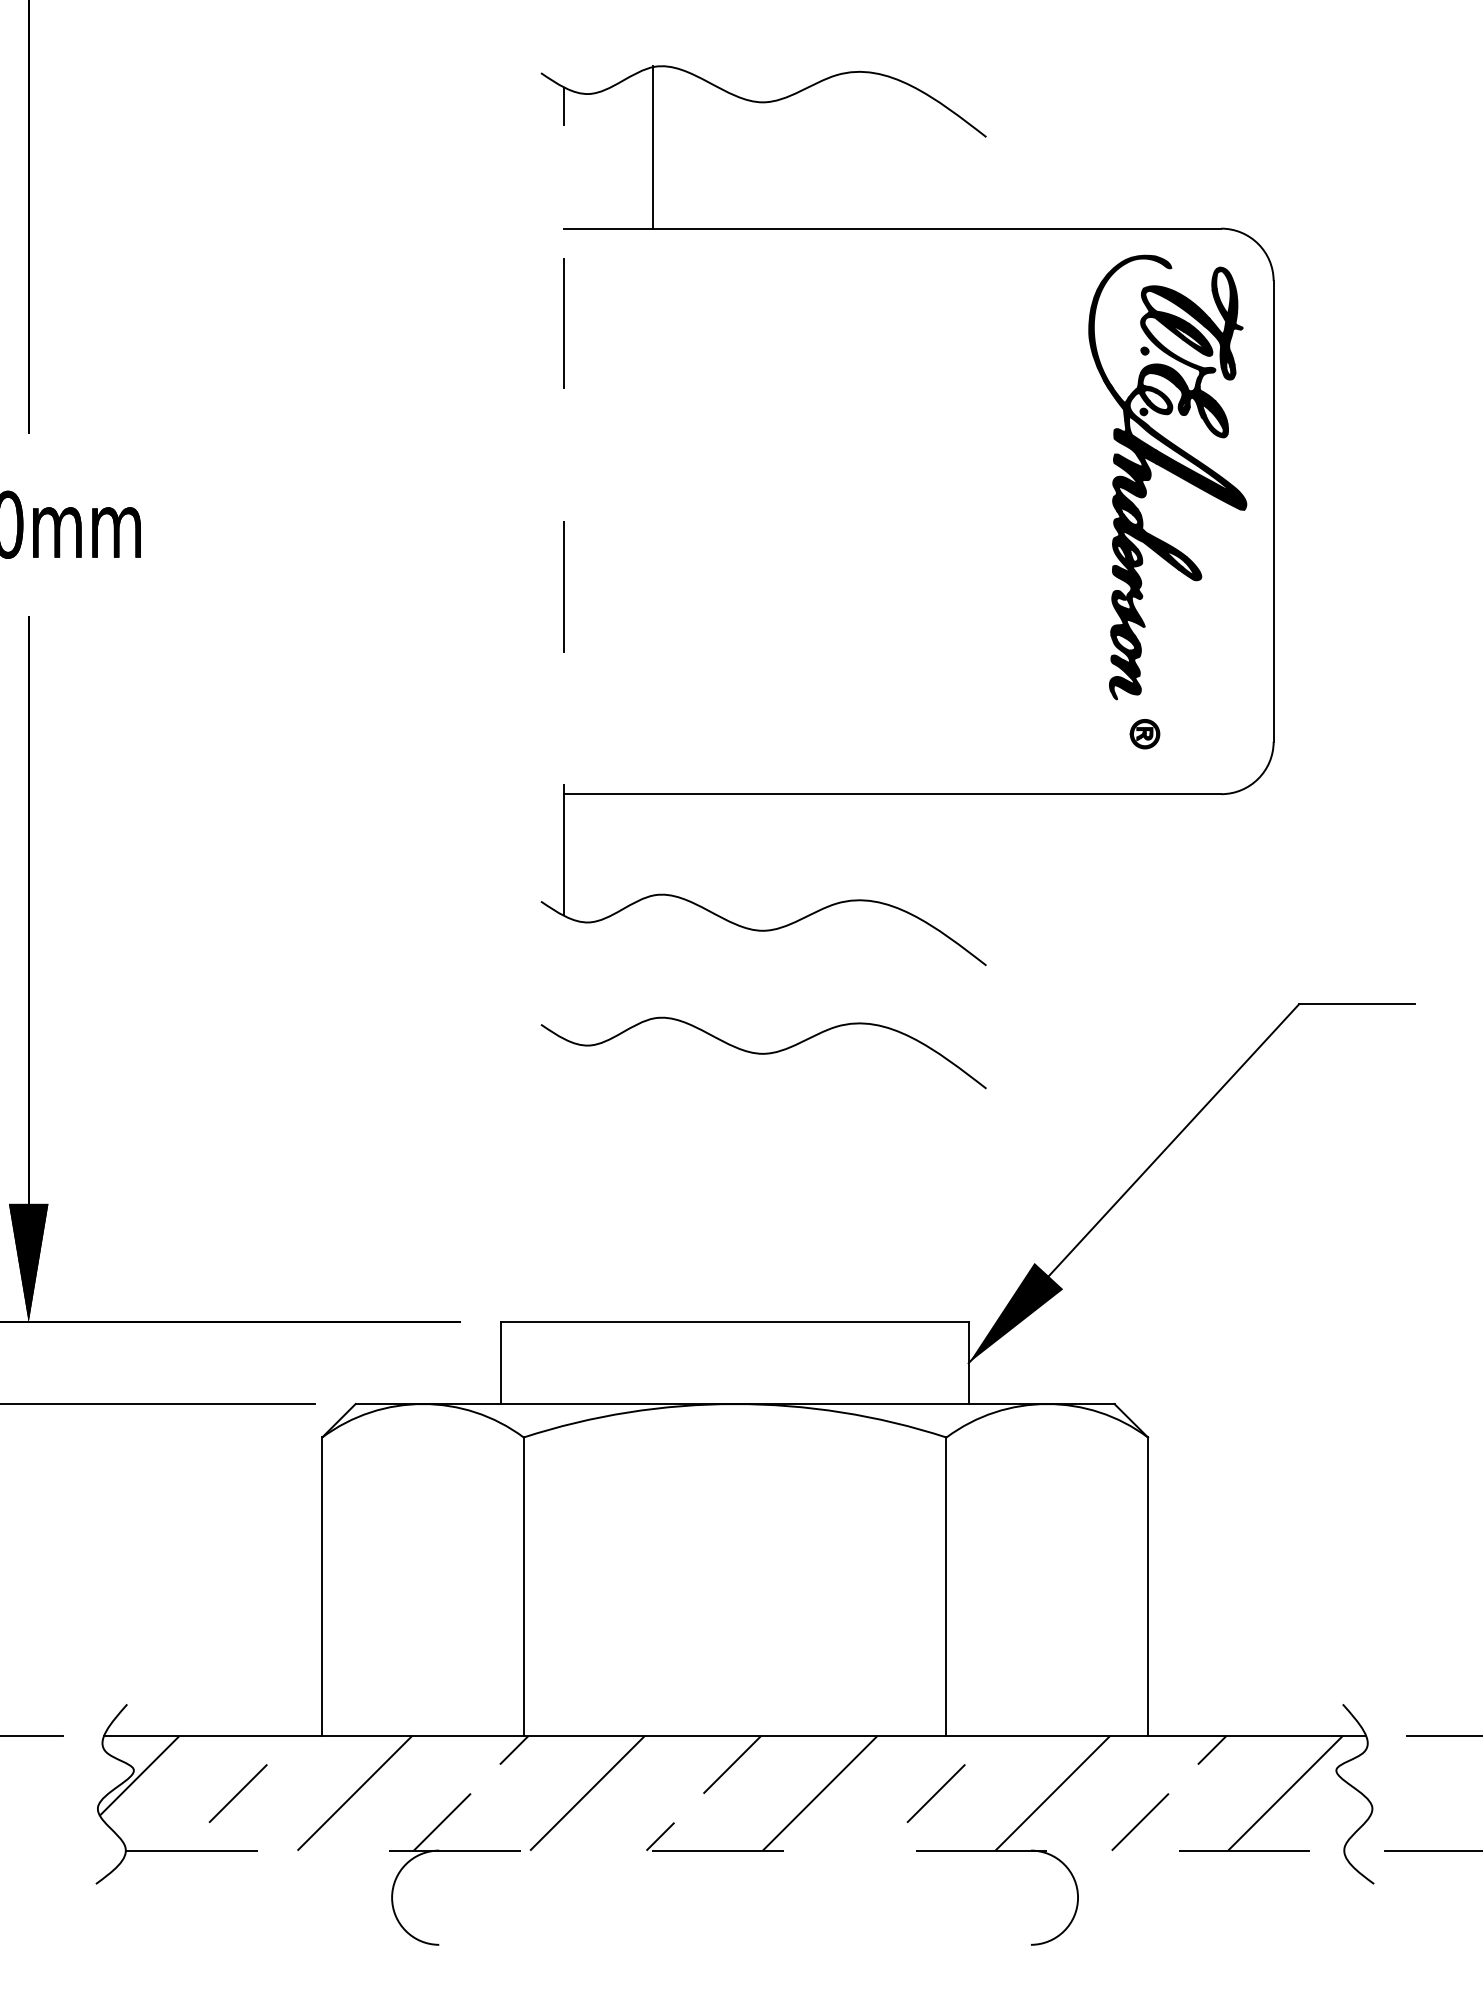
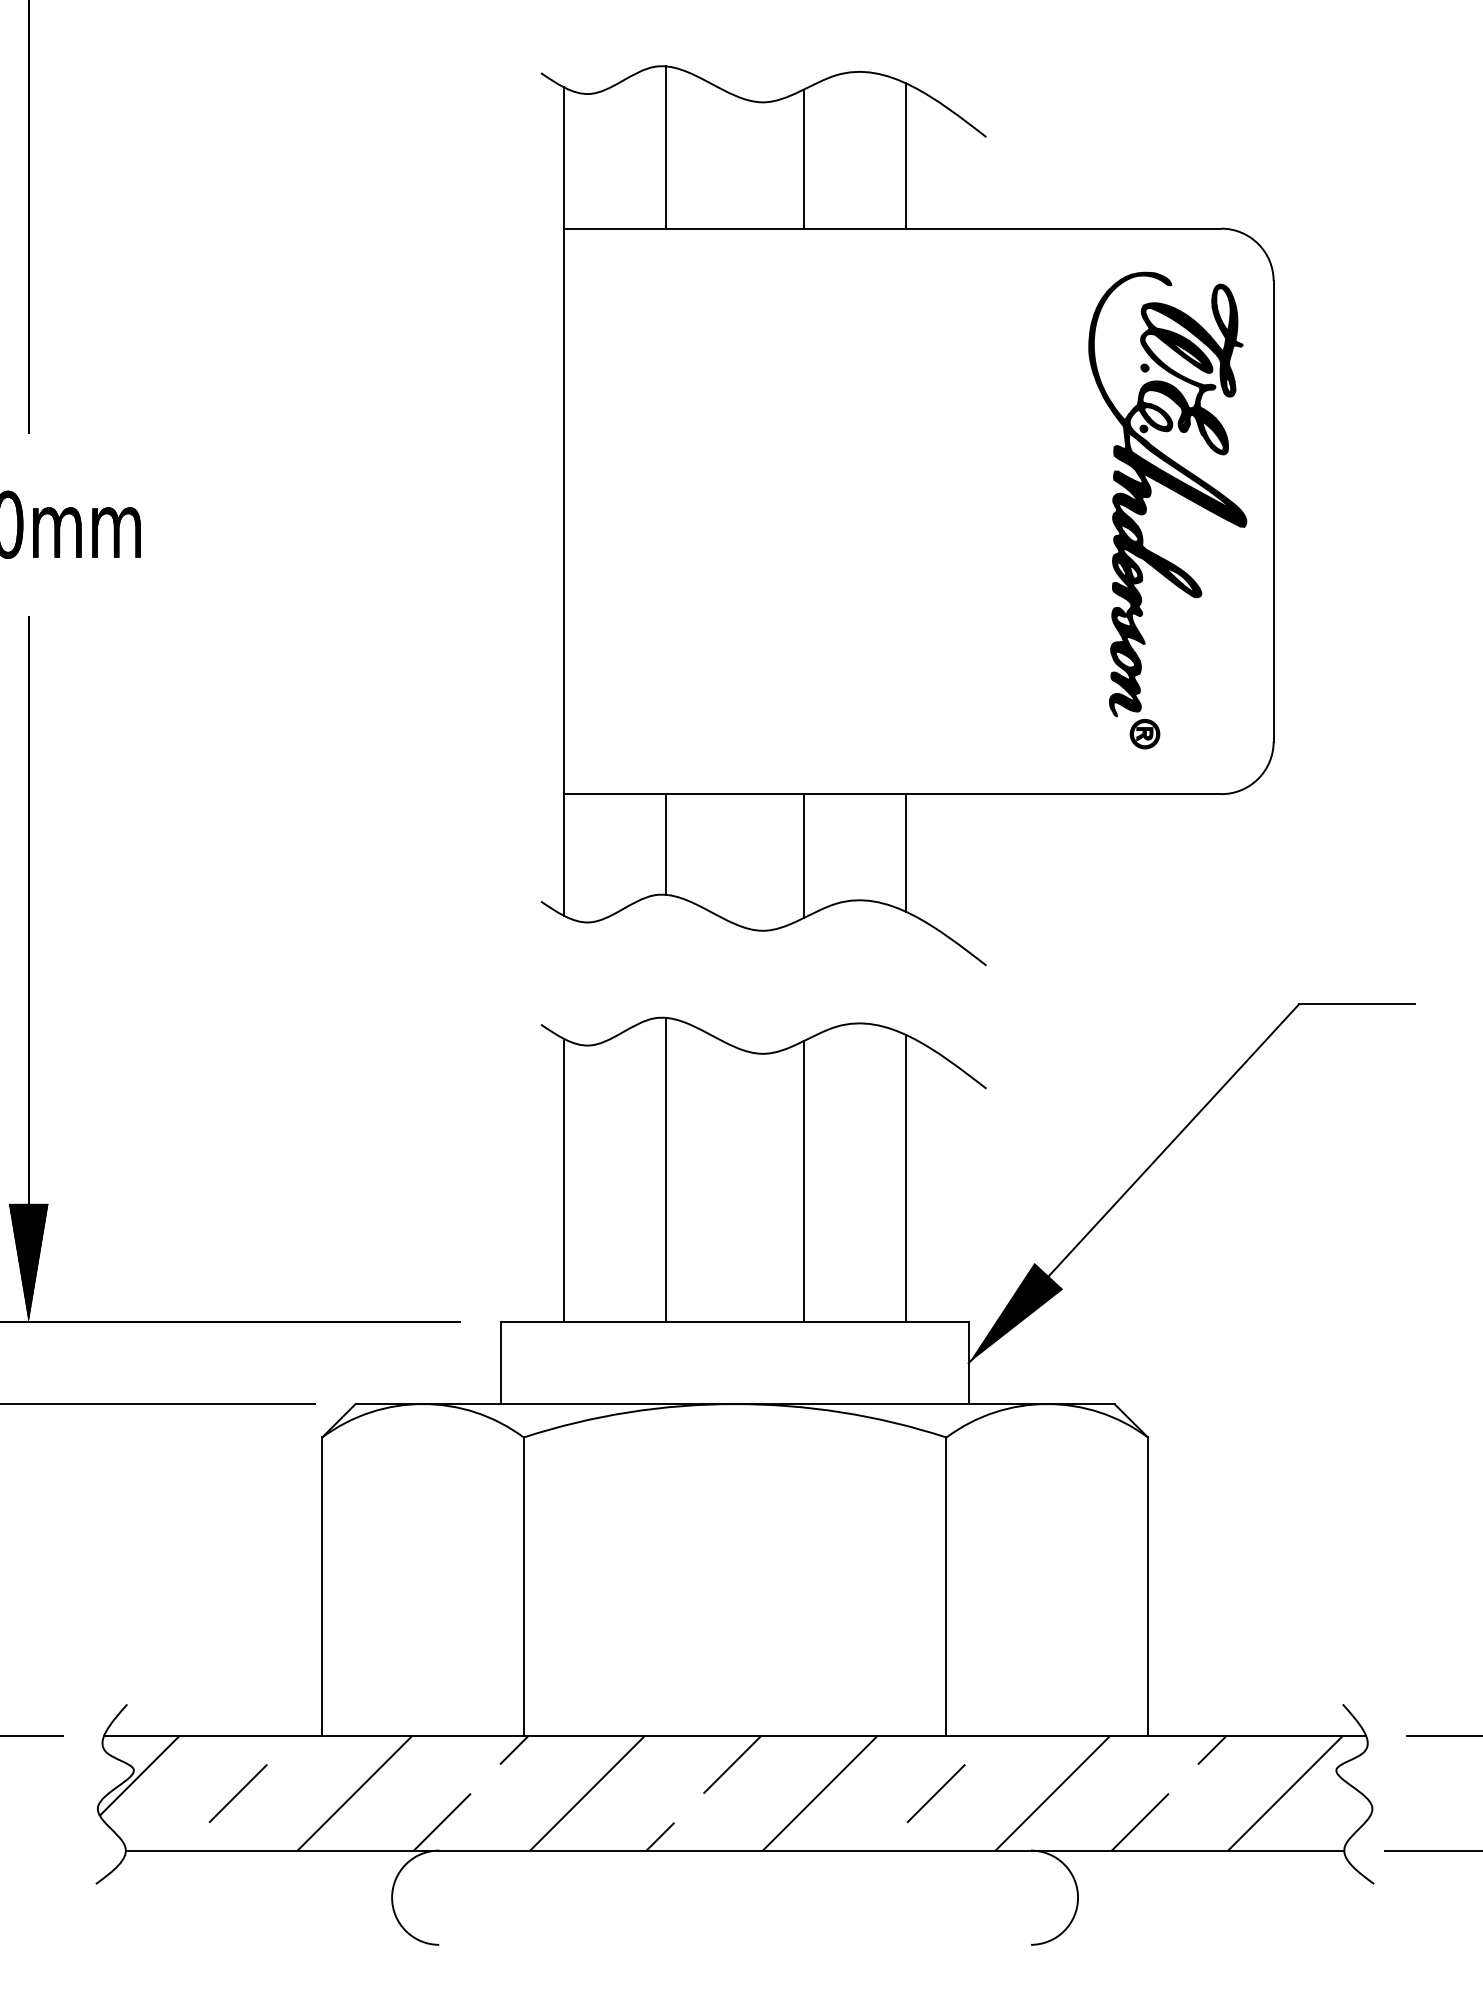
line at (653, 147) position: (653, 147) -> (666, 147)
line at (905, 155): none -> present
line at (803, 158): none -> present
part at (1167, 477) position: (1167, 477) -> (1167, 494)
line at (564, 501): dashed -> solid
line at (666, 844): none -> present
line at (905, 852): none -> present
line at (803, 856): none -> present
line at (666, 1169): none -> present
line at (906, 1178): none -> present
line at (564, 1180): none -> present
line at (803, 1181): none -> present
line at (735, 1850): dashed -> solid
